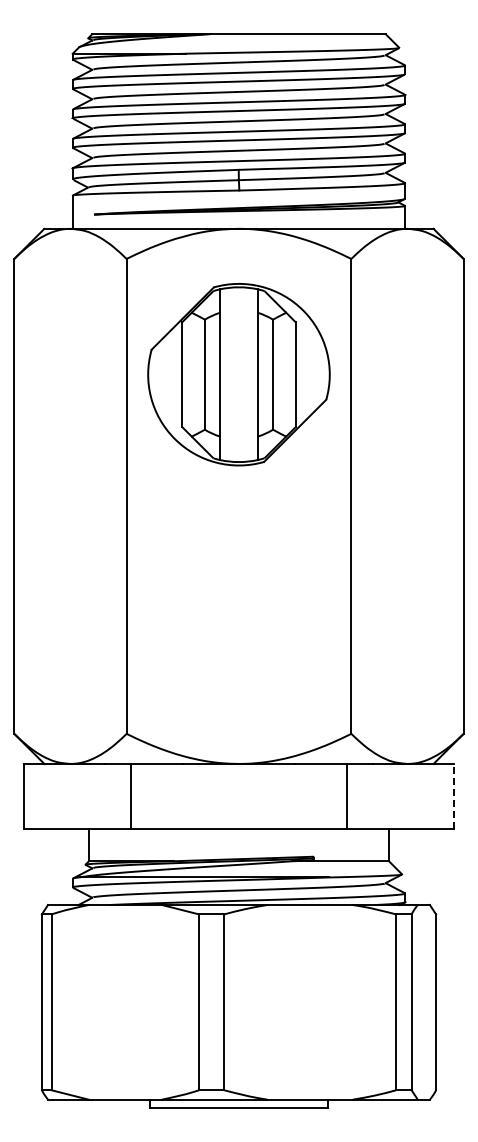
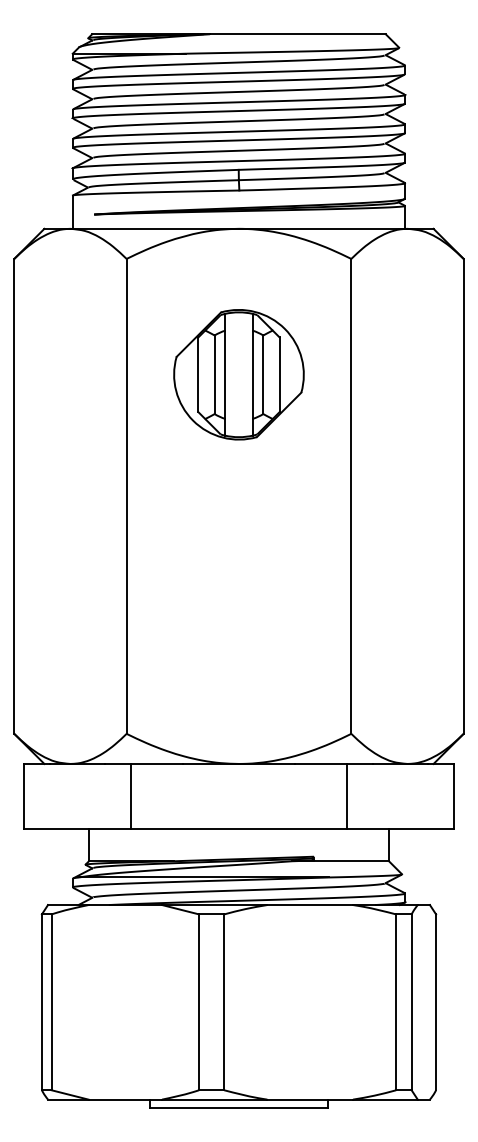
part at (238, 374) size: 184x184 px -> 132x132 px
line at (454, 795): dashed -> solid
